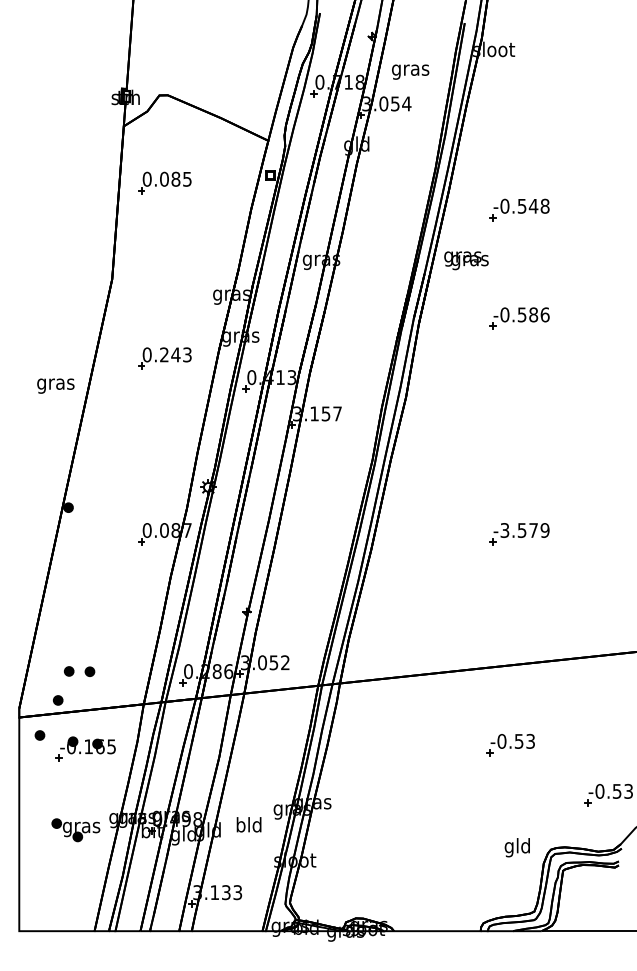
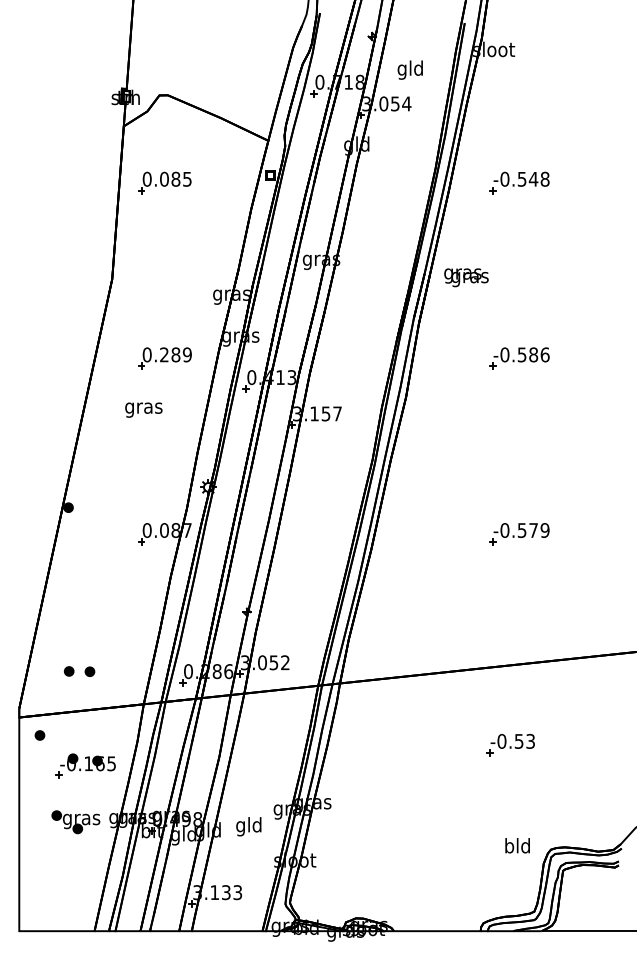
text at (410, 69): gras -> gld
part at (519, 209) position: (519, 209) -> (519, 182)
text at (466, 260) position: (466, 260) -> (466, 277)
part at (519, 318) position: (519, 318) -> (519, 358)
text at (181, 354): 0.243 -> 0.289
text at (55, 385) position: (55, 385) -> (143, 409)
text at (504, 530): -3.579 -> -0.579
part at (57, 700): present -> none
part at (85, 748) position: (85, 748) -> (85, 765)
part at (608, 795): present -> none
text at (240, 826): bld -> gld
part at (75, 830) position: (75, 830) -> (75, 822)
text at (509, 847): gld -> bld
